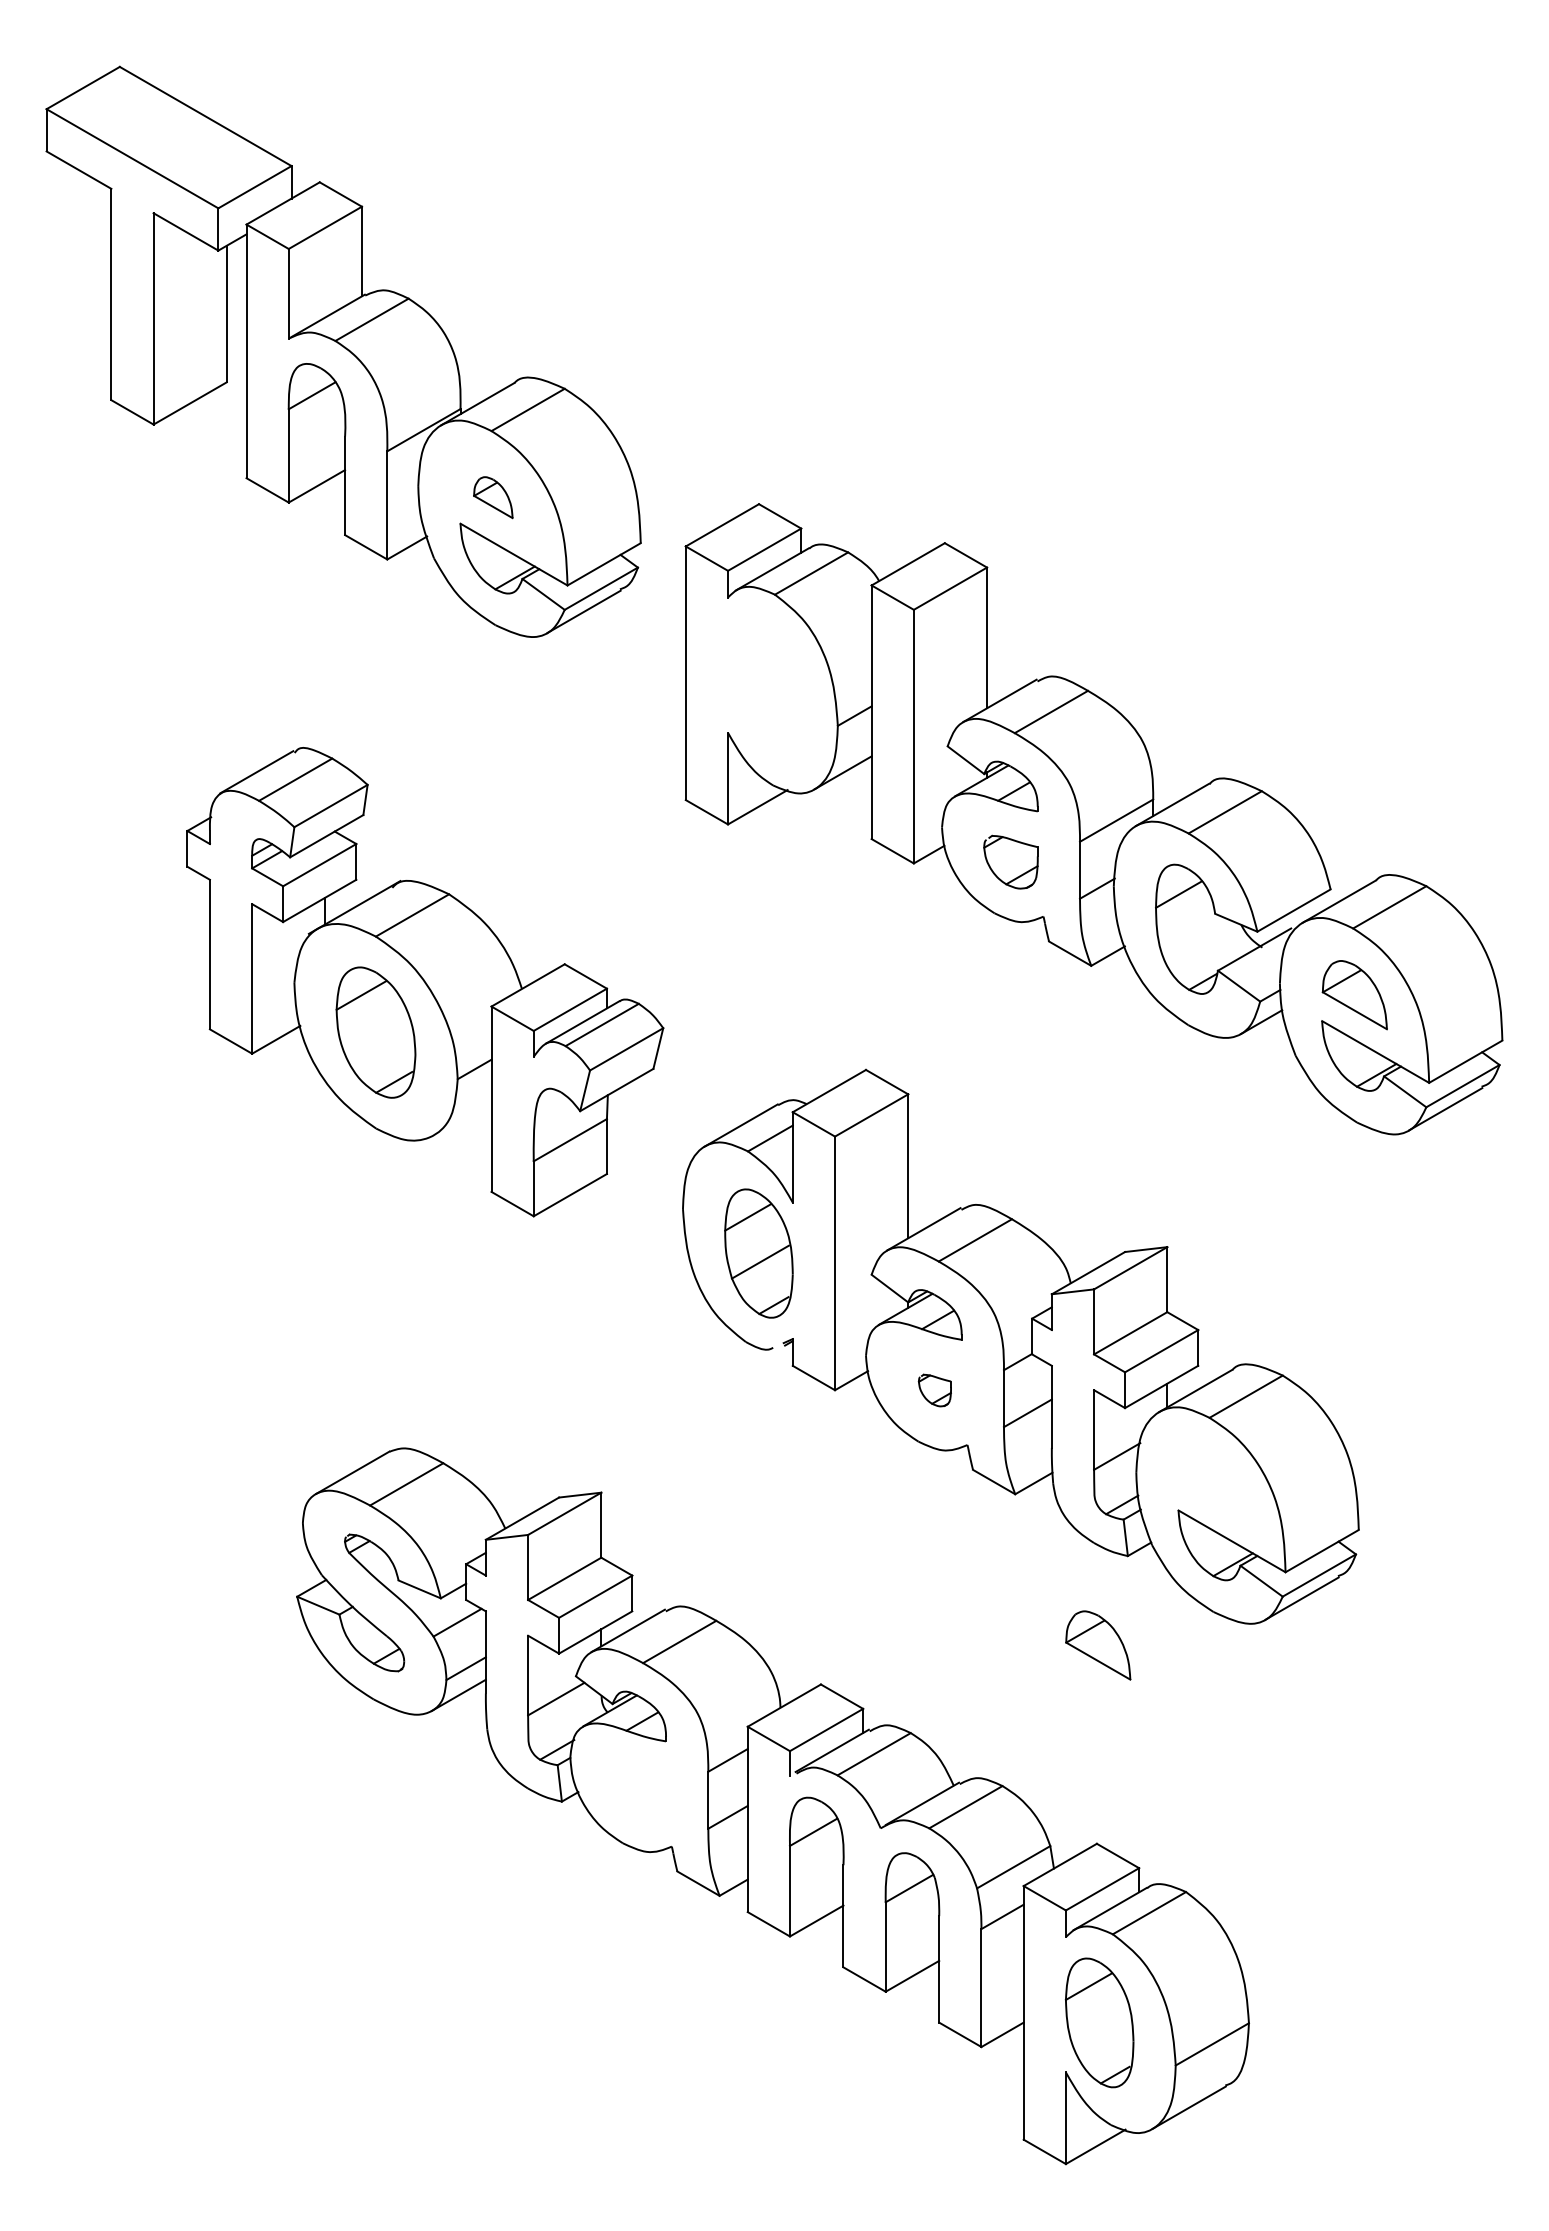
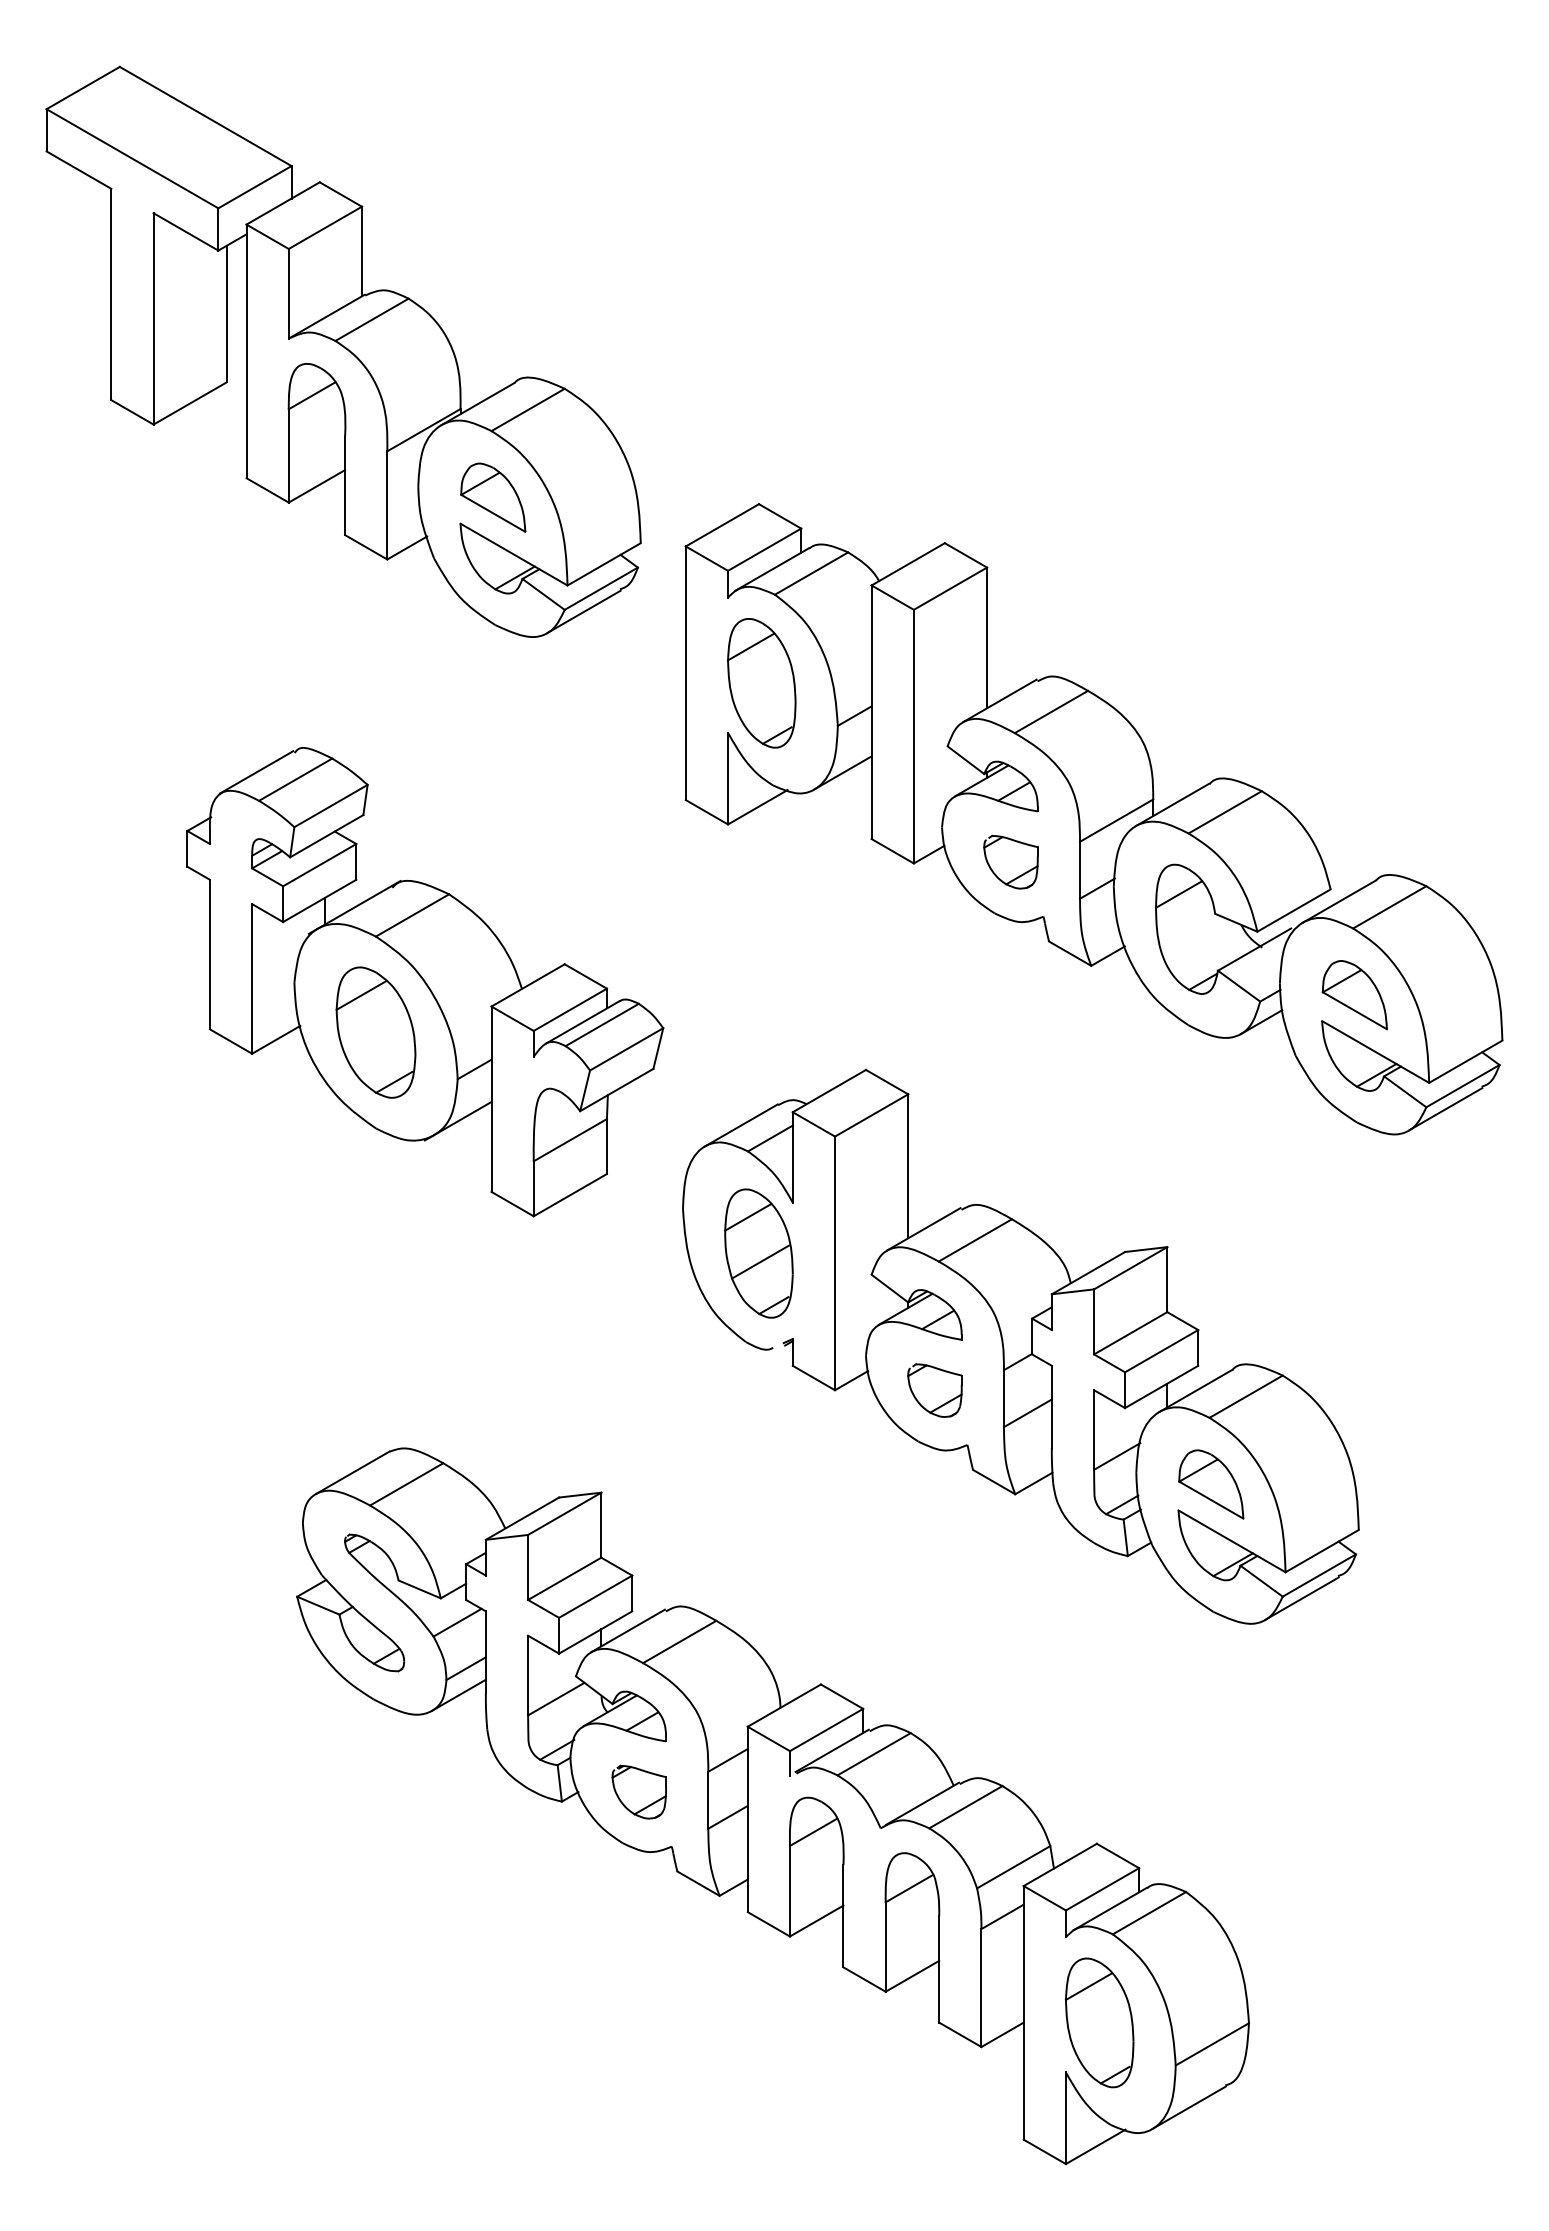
part at (493, 497) size: 41x44 px -> 67x71 px
part at (761, 683): none -> present
line at (457, 1121): none -> present
part at (934, 1390) size: 35x35 px -> 56x55 px
part at (1098, 1645) position: (1098, 1645) -> (1211, 1484)
part at (638, 1791): none -> present
